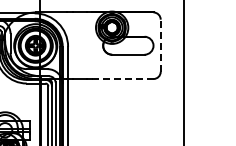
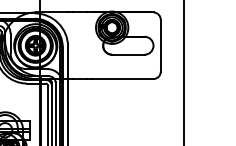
line at (160, 45): dashed -> solid
line at (122, 79): dashed -> solid
